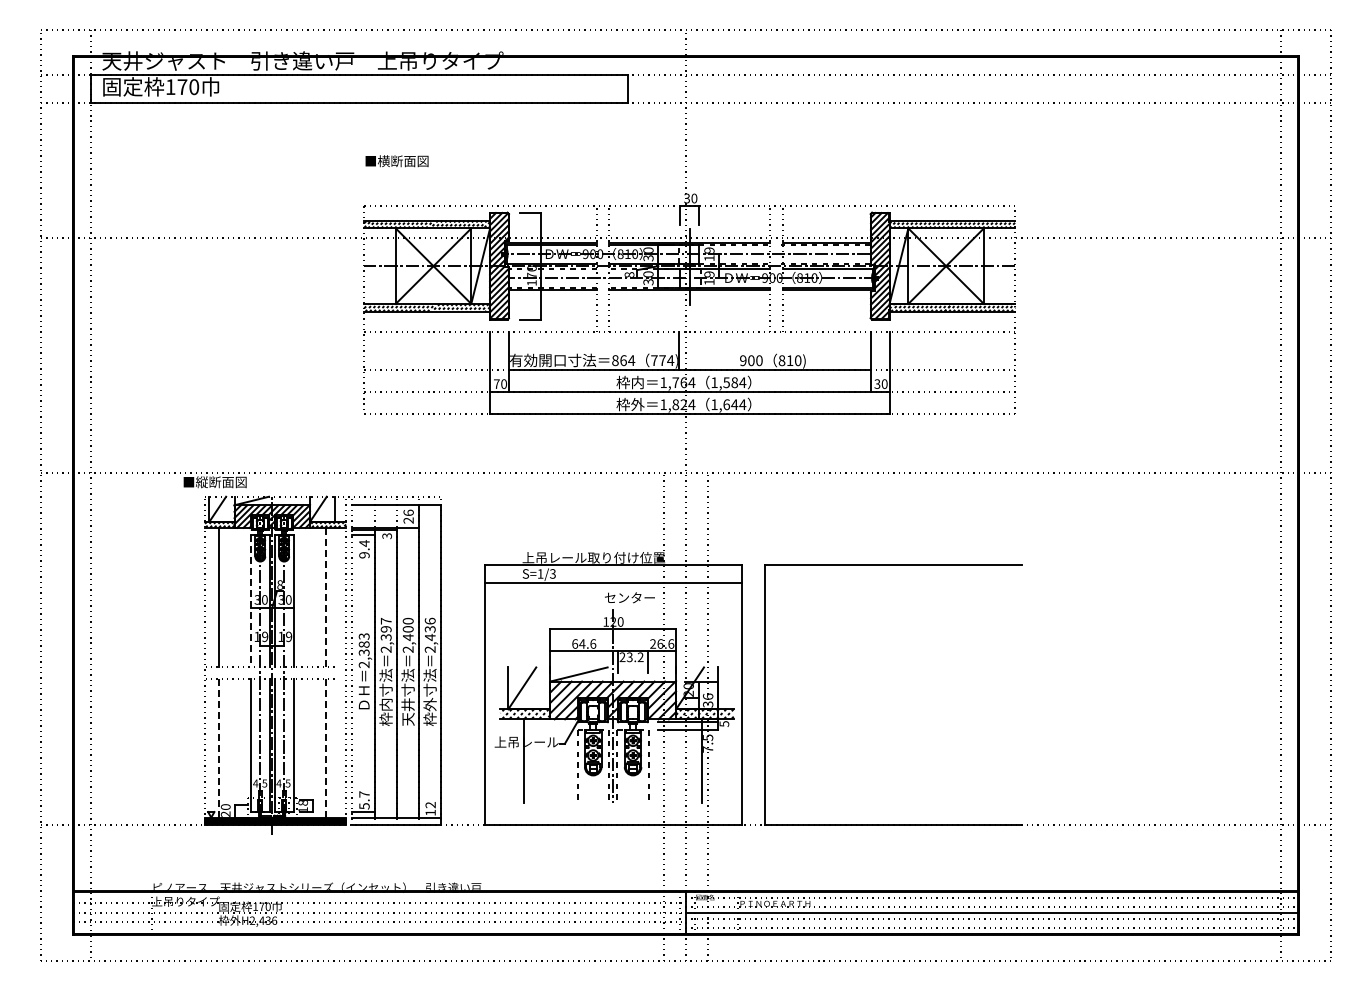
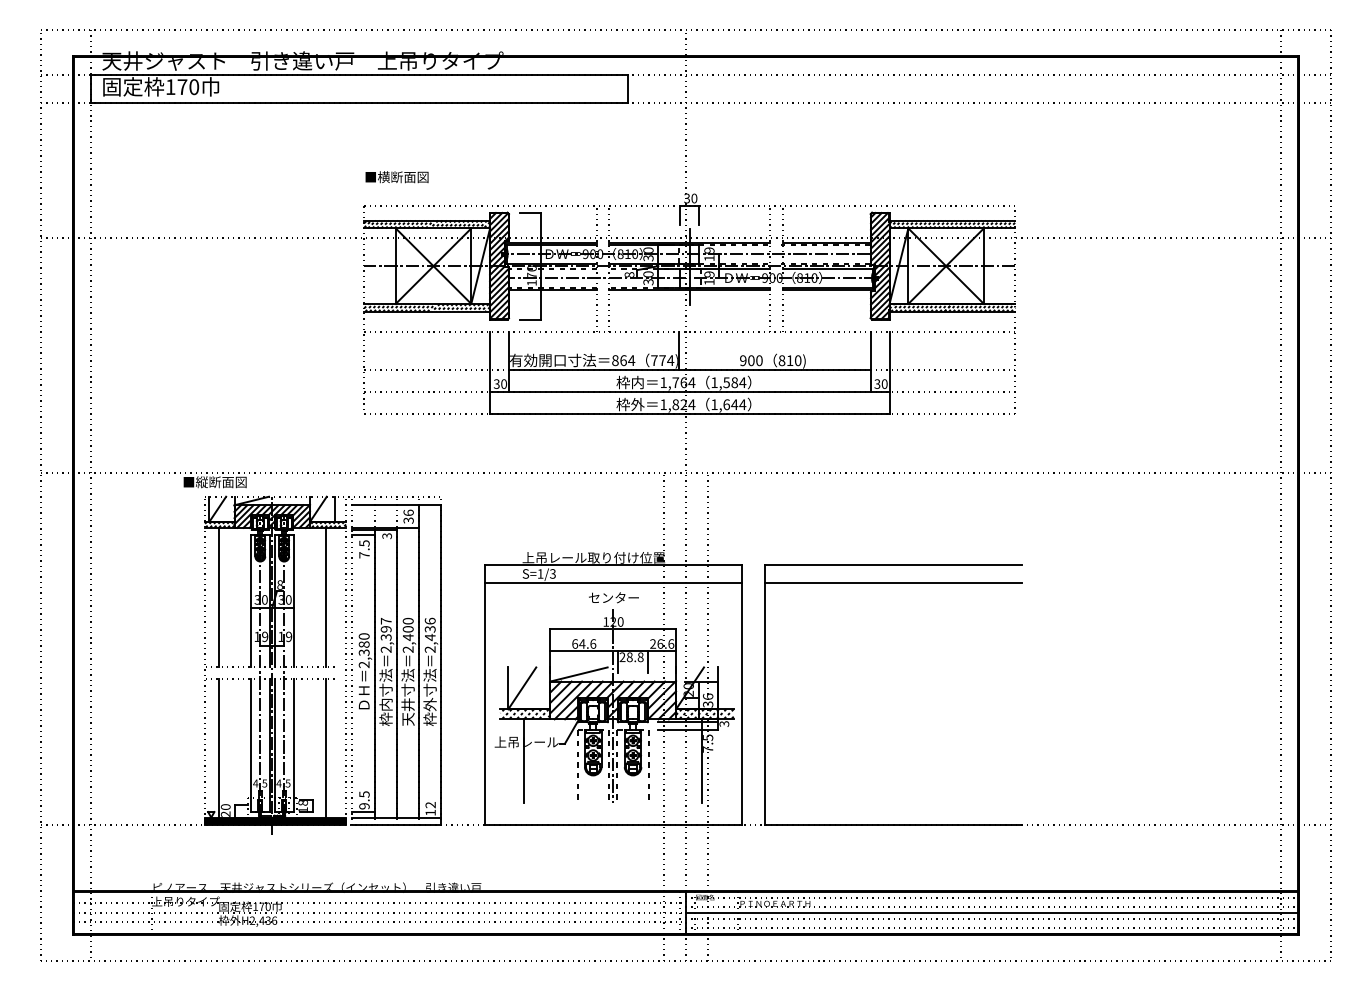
text at (396, 161) position: (396, 161) -> (396, 177)
text at (496, 383): 70 -> 30
text at (408, 520): 26 -> 36
text at (364, 549): 9.4 -> 7.5
line at (893, 583): none -> present
line at (325, 596): dashed -> solid
text at (629, 597) position: (629, 597) -> (613, 597)
line at (250, 601): dashed -> solid
text at (363, 636): 2,383 -> 2,380
text at (634, 657): 23.2 -> 28.8
text at (723, 723): 5 -> 3
line at (218, 747): dashed -> solid
line at (325, 747): dashed -> solid
text at (364, 800): 5.7 -> 9.5
